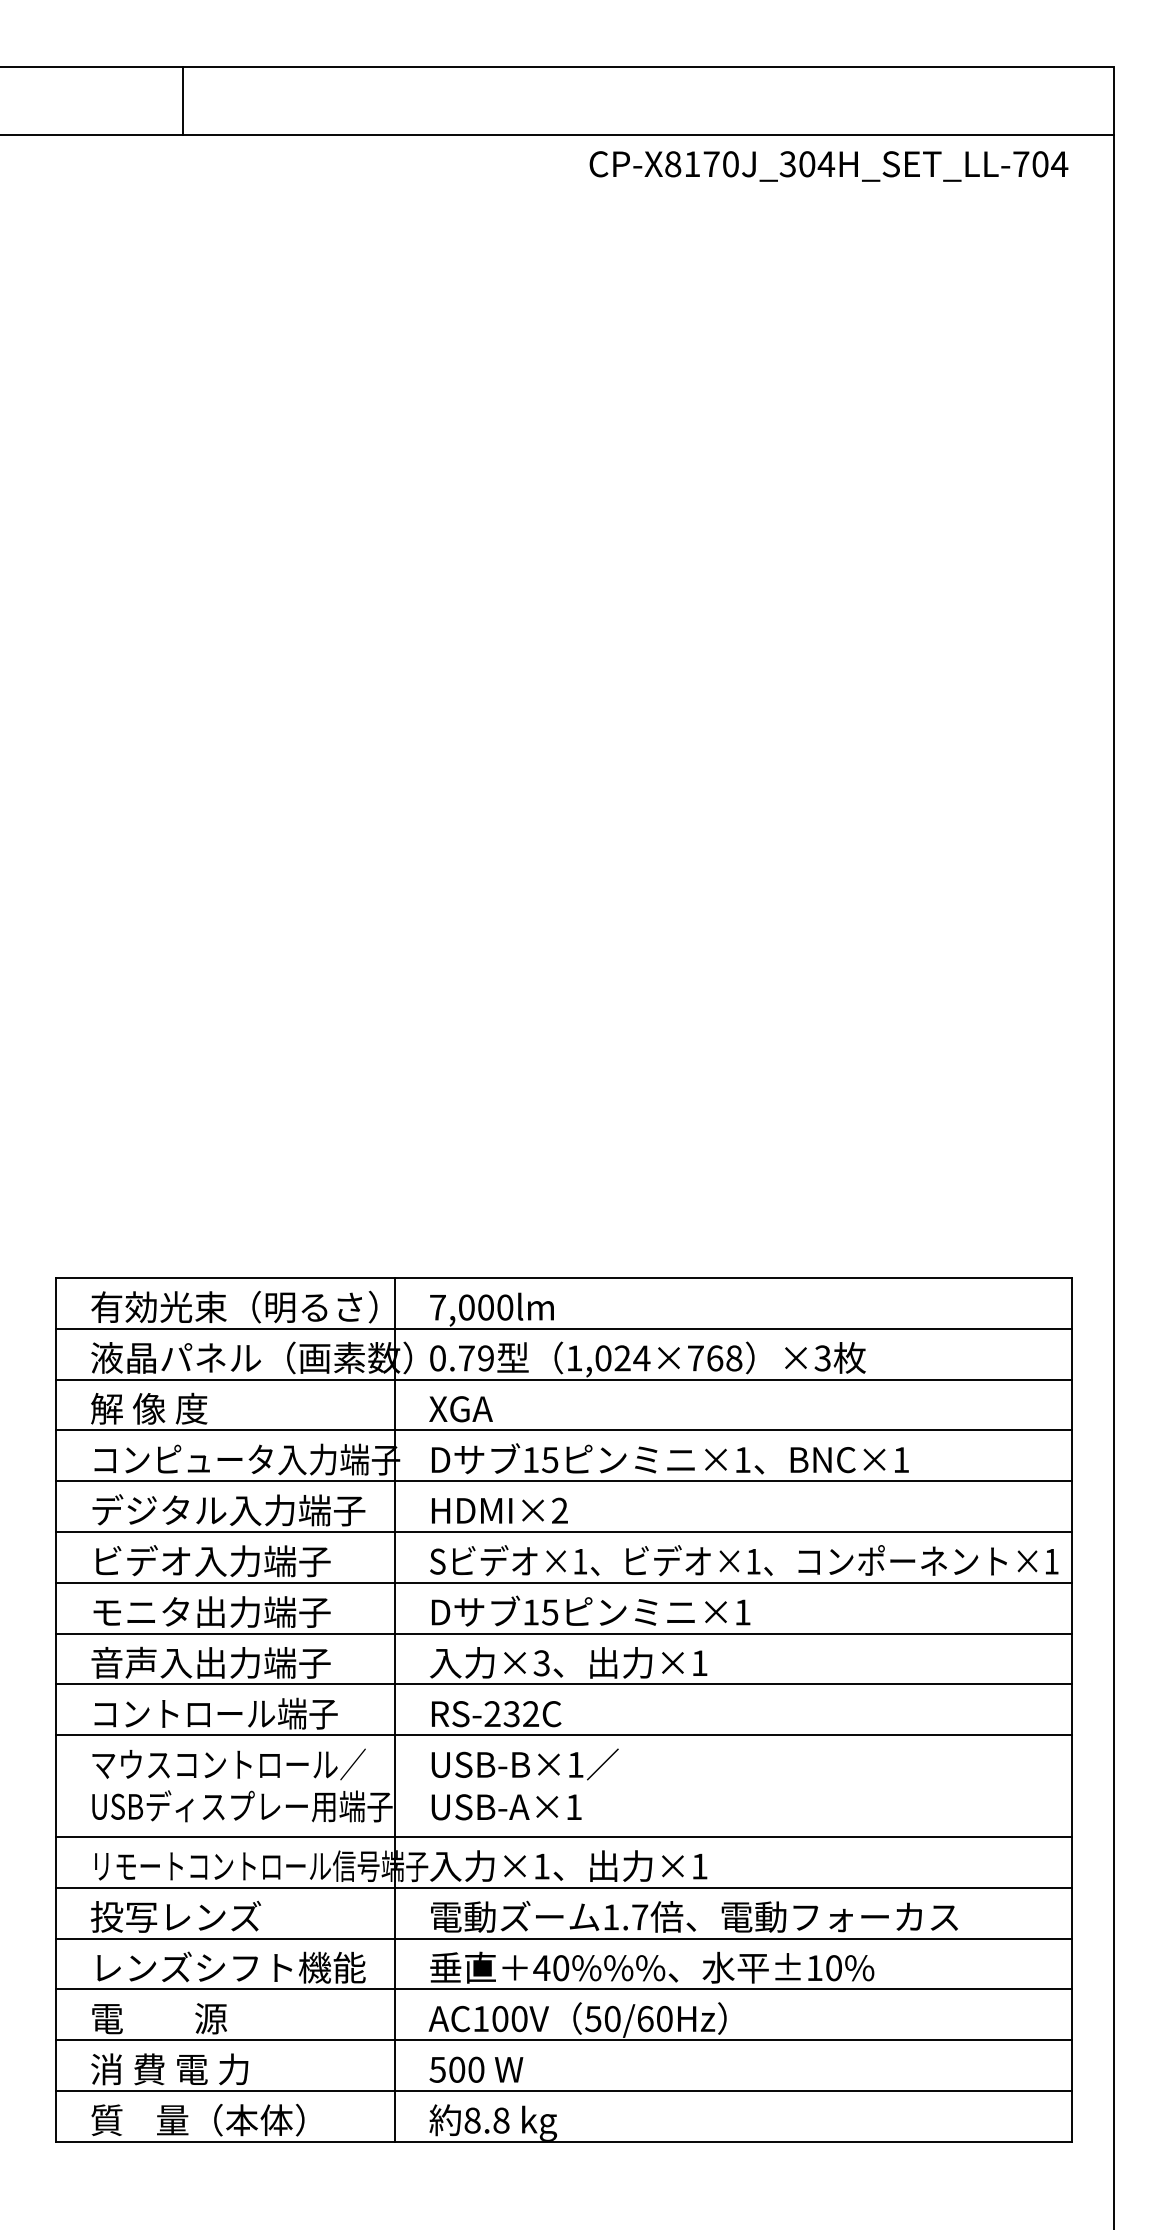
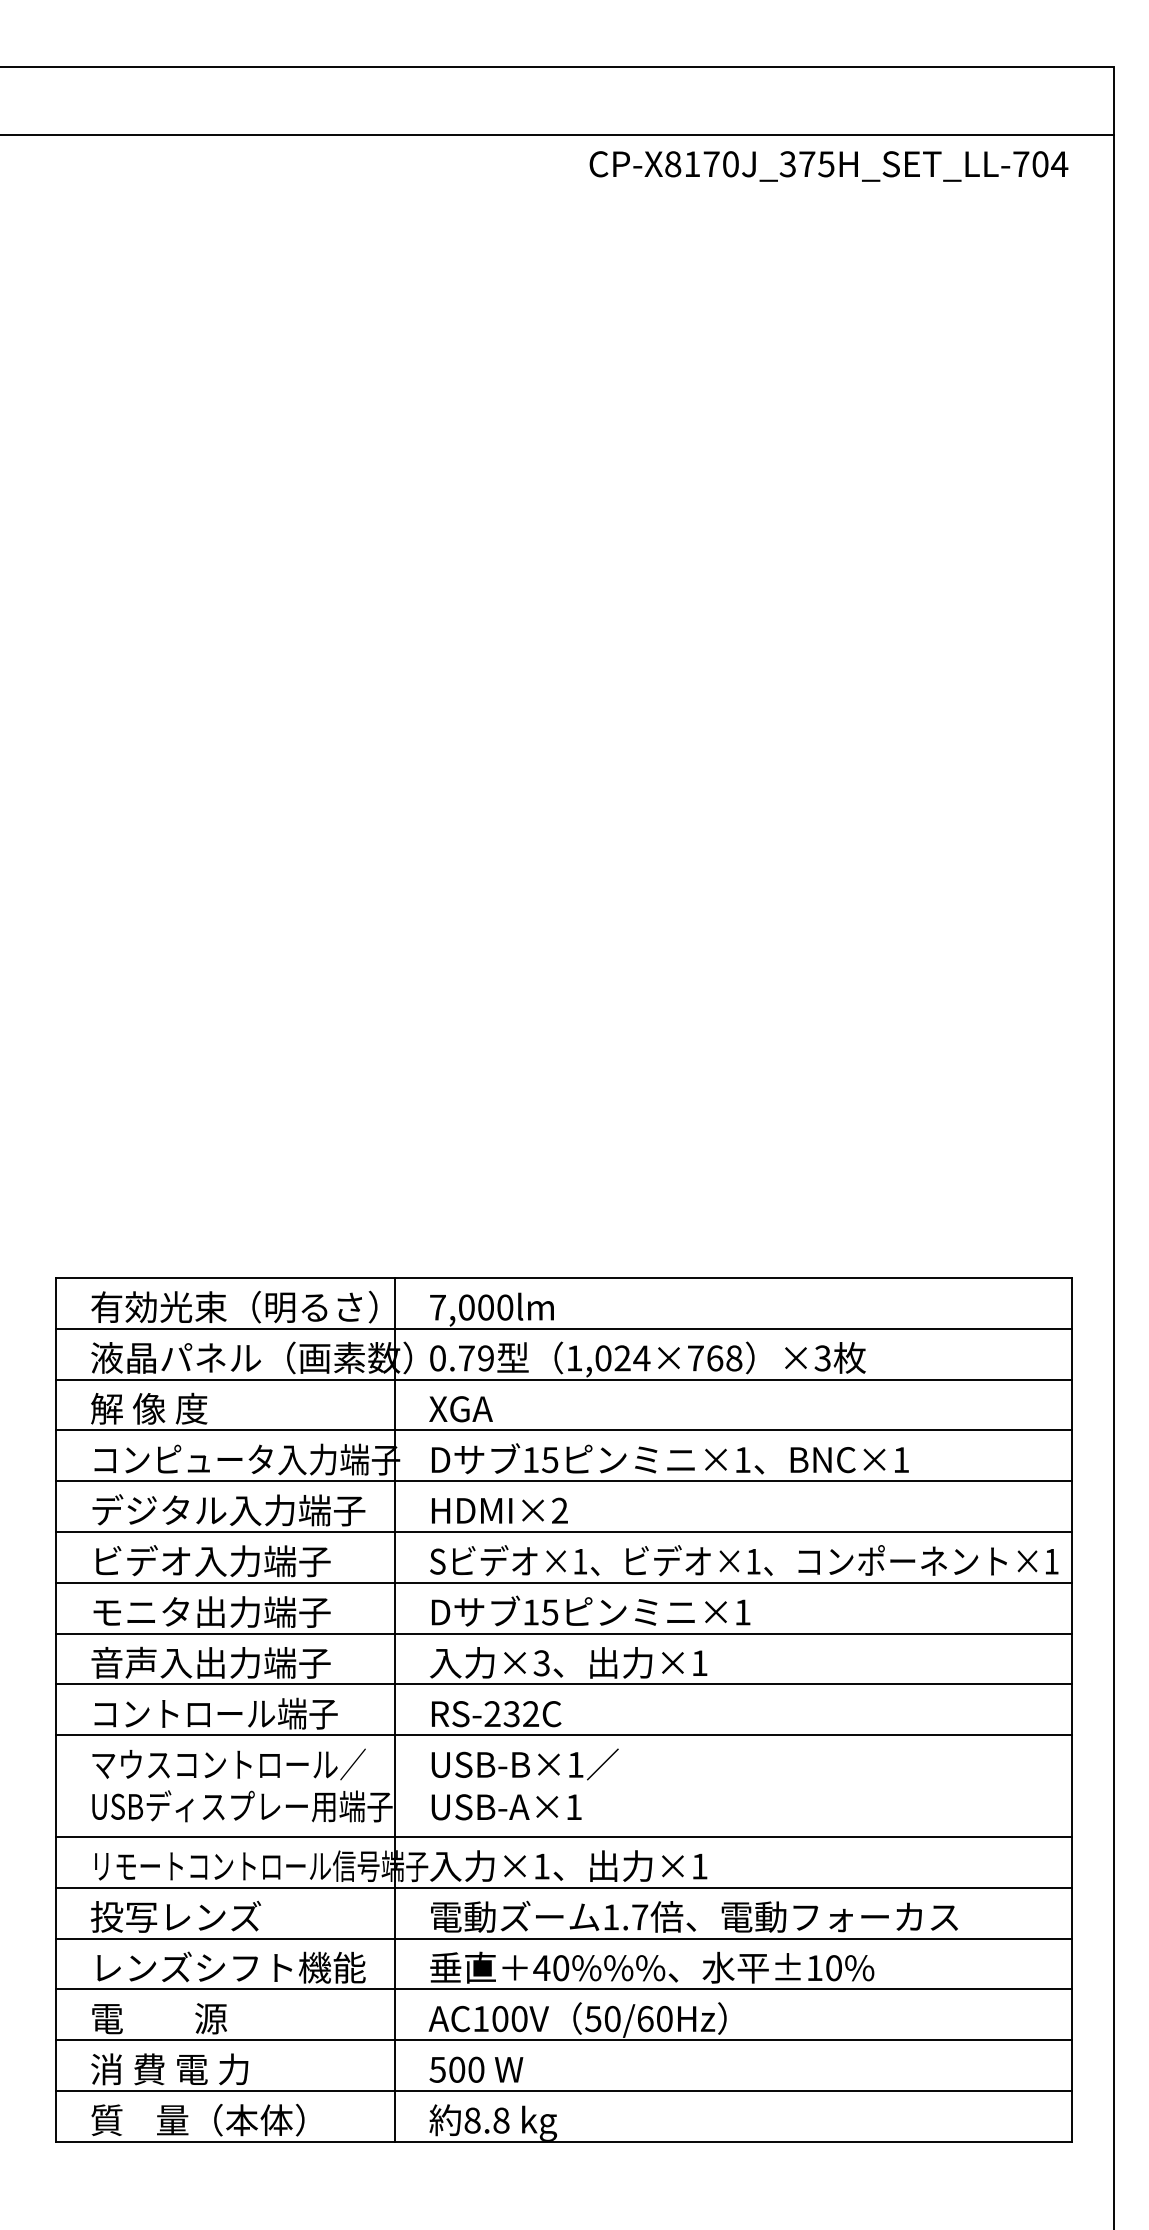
line at (182, 100): present -> none
text at (817, 164): CP-X8170J_304H_SET_LL-704 -> CP-X8170J_375H_SET_LL-704
